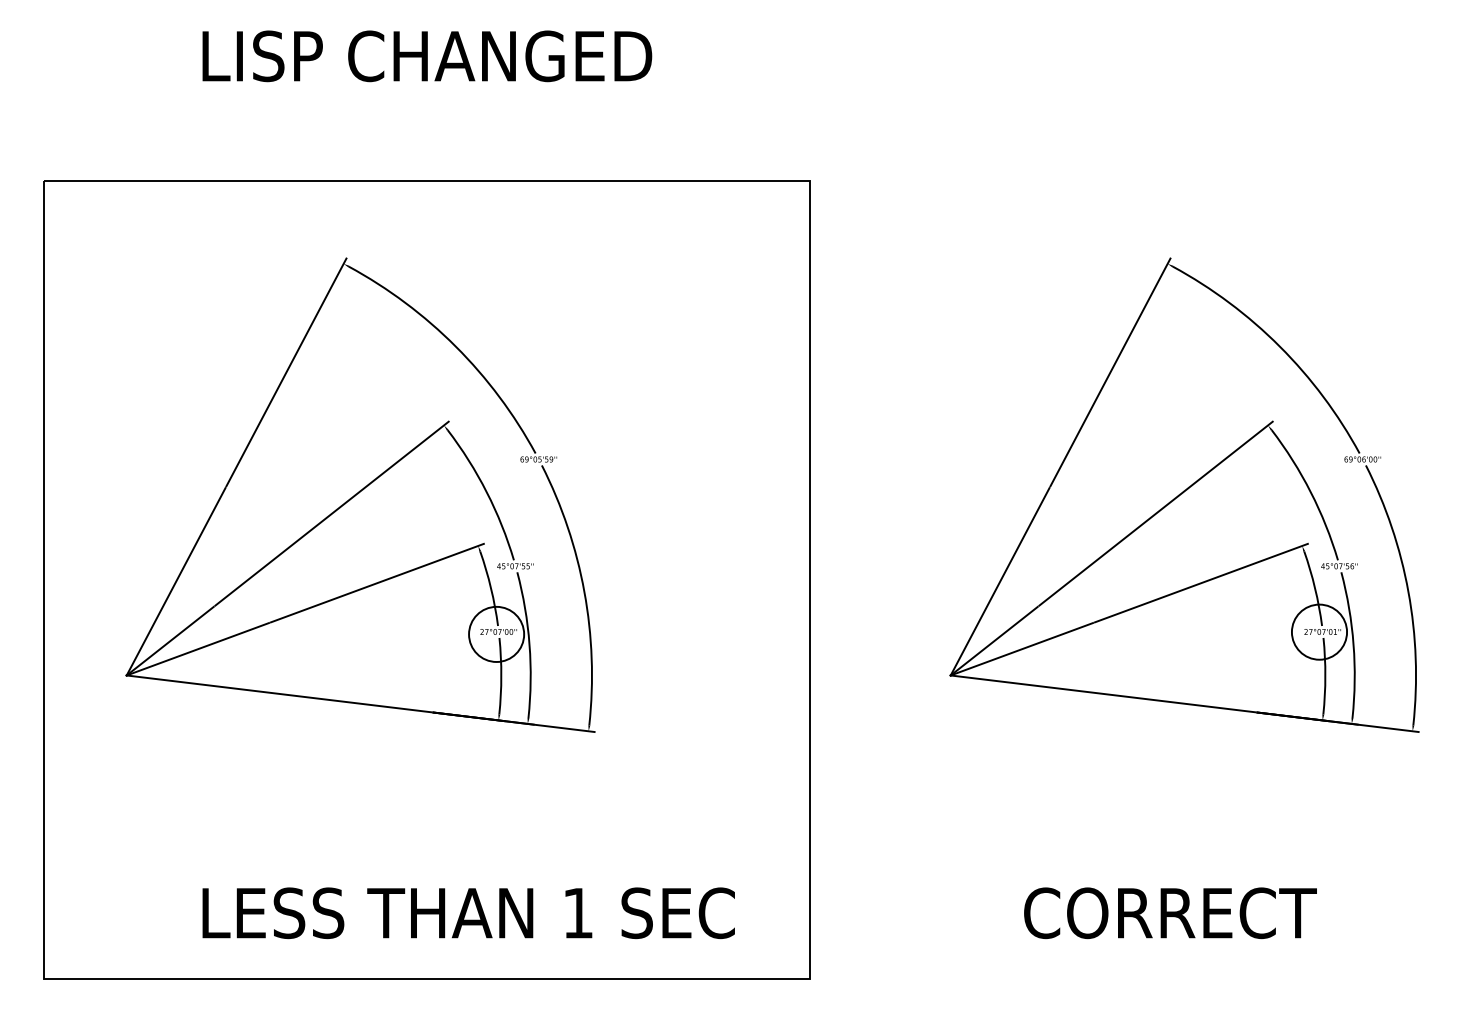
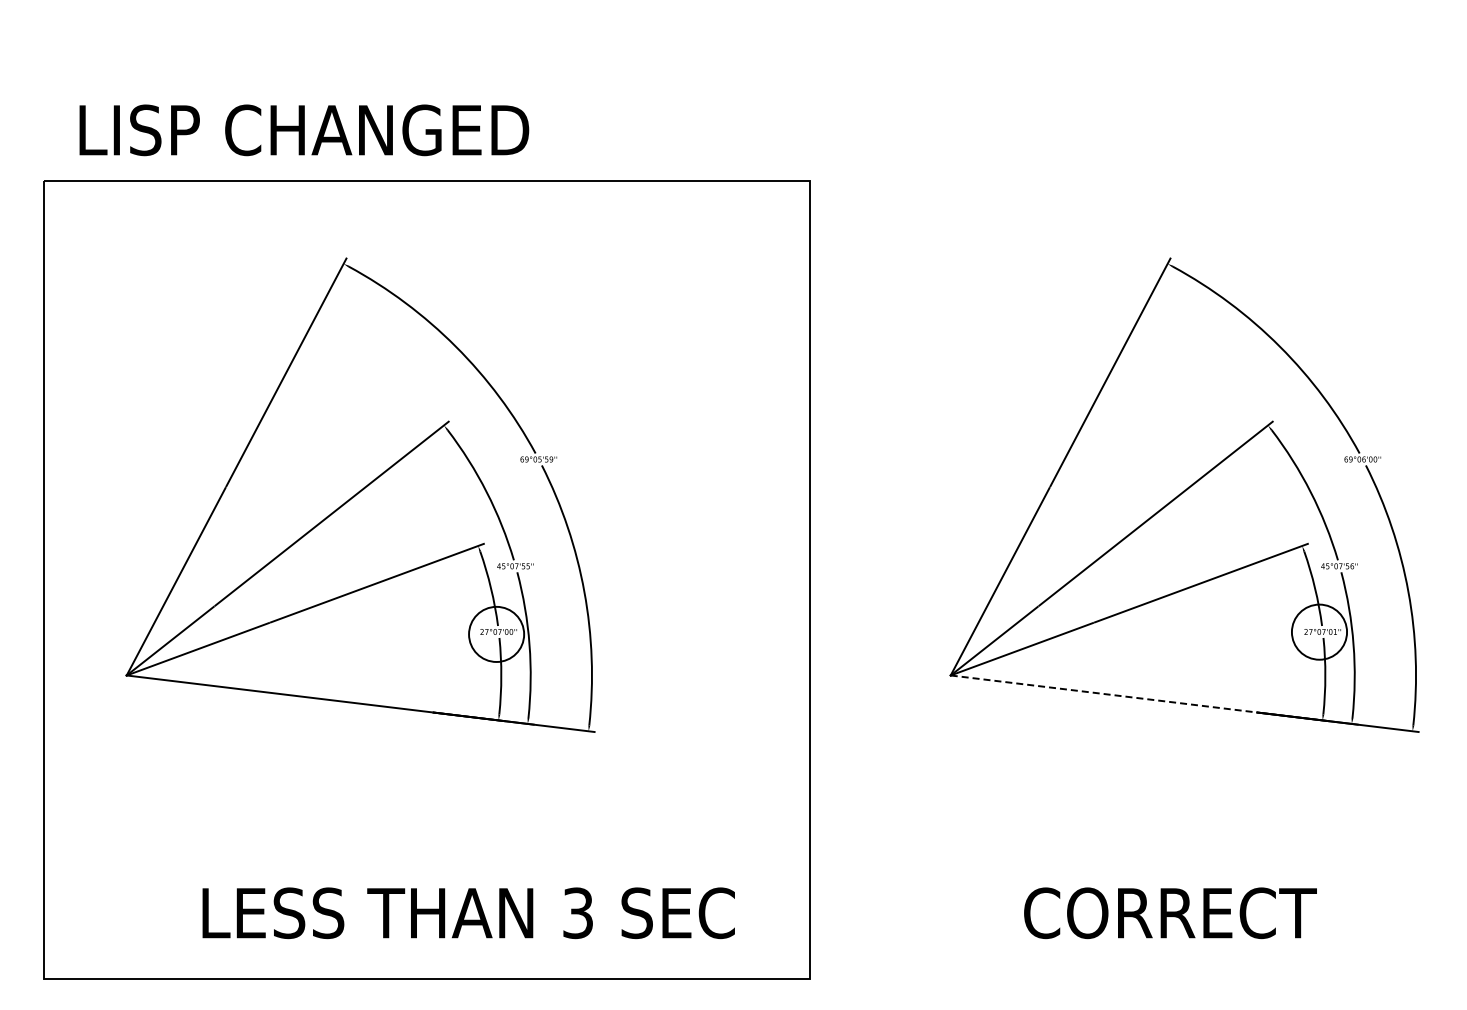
text at (427, 56) position: (427, 56) -> (304, 130)
line at (1103, 693): solid -> dashed
text at (577, 913): 1 -> 3
